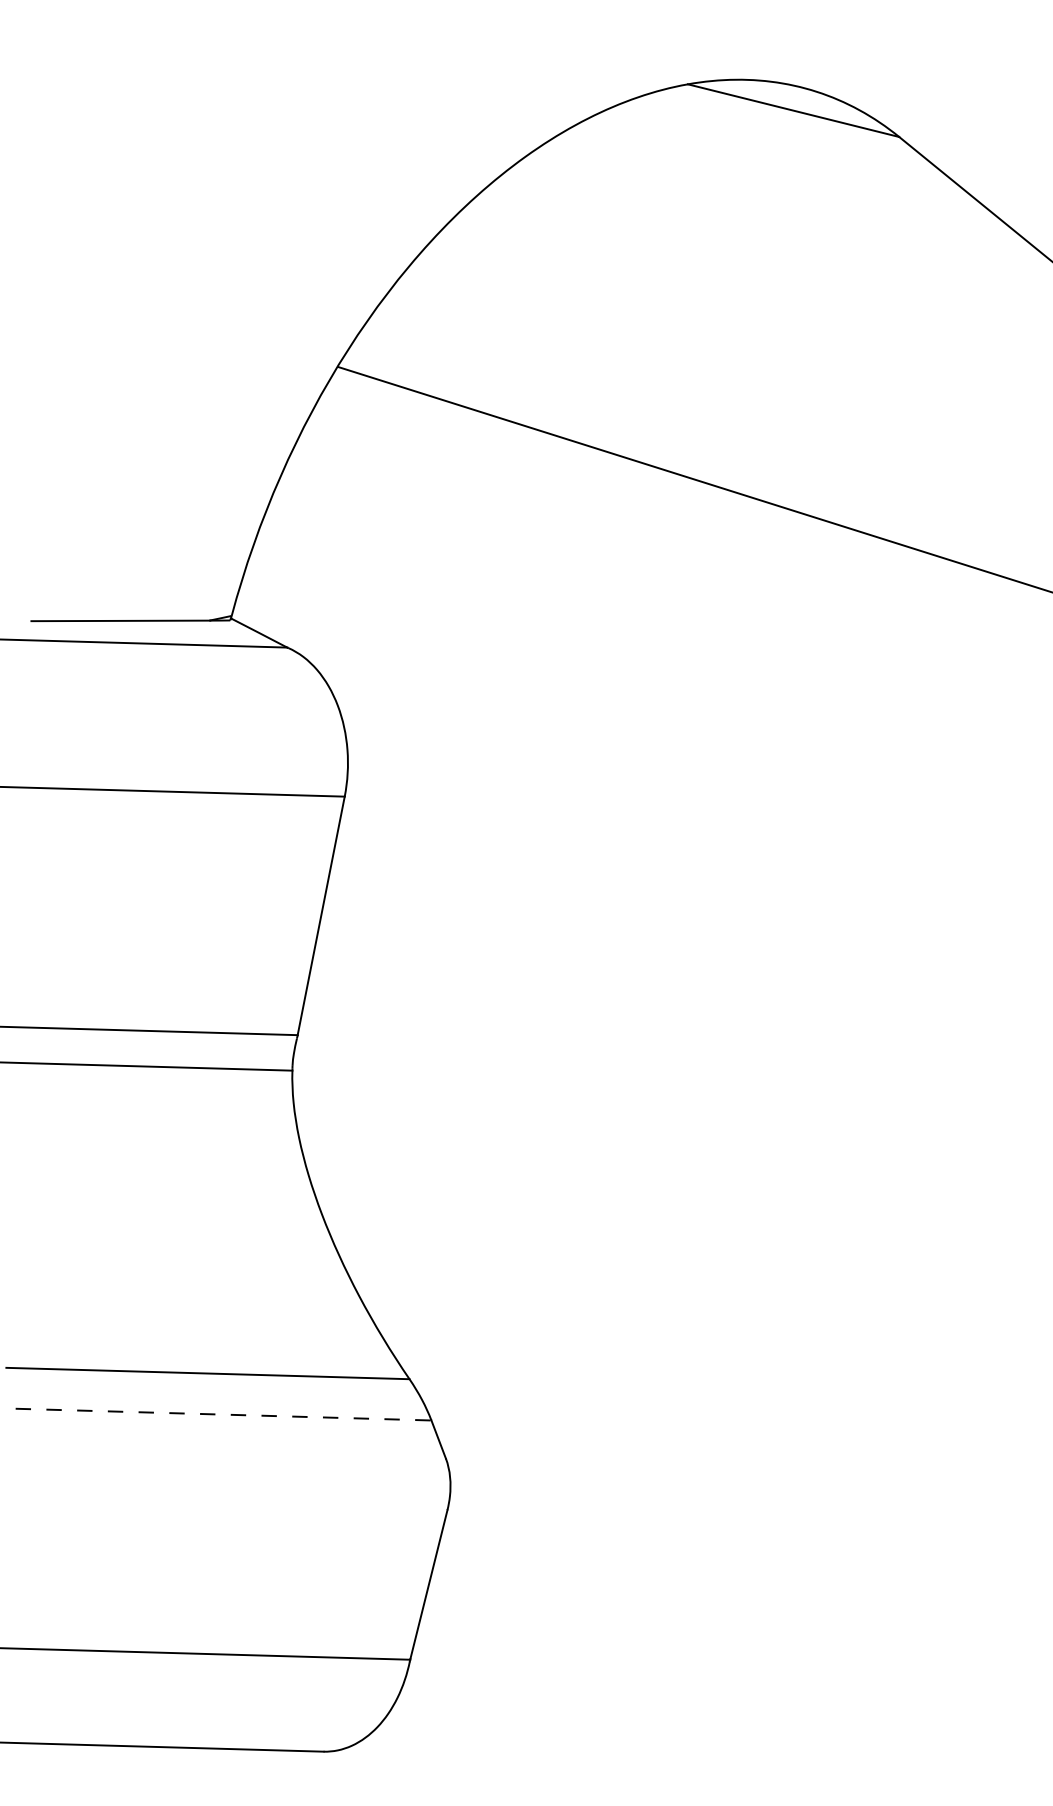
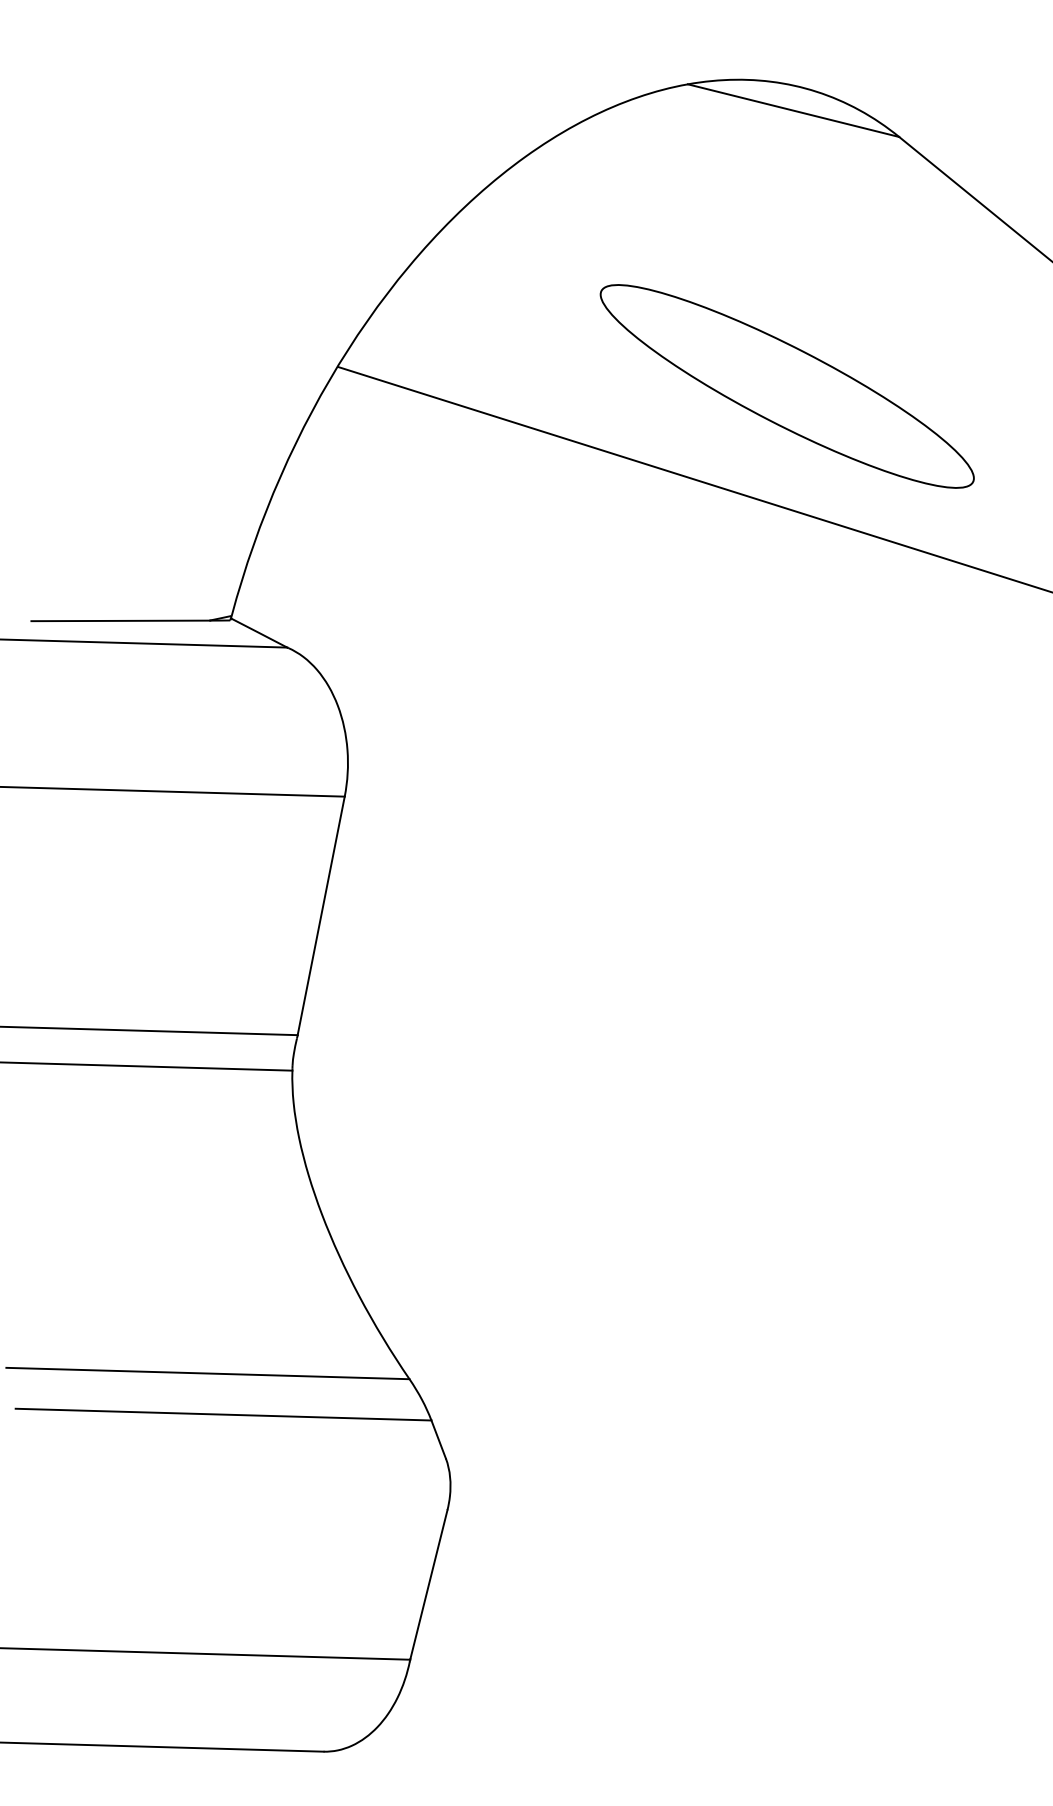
part at (786, 386): none -> present
line at (223, 1414): dashed -> solid
